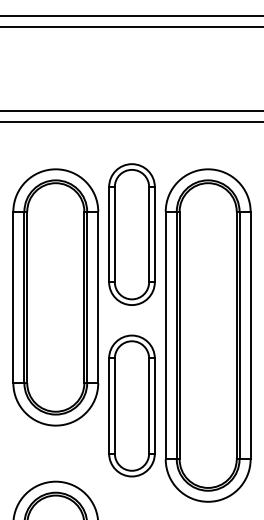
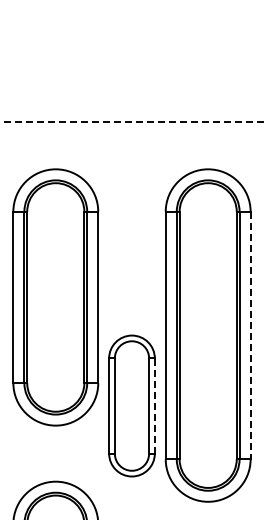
line at (131, 15): present -> none
line at (131, 27): present -> none
line at (131, 110): present -> none
line at (131, 122): solid -> dashed
part at (131, 234): present -> none
line at (250, 335): solid -> dashed
line at (154, 406): solid -> dashed
